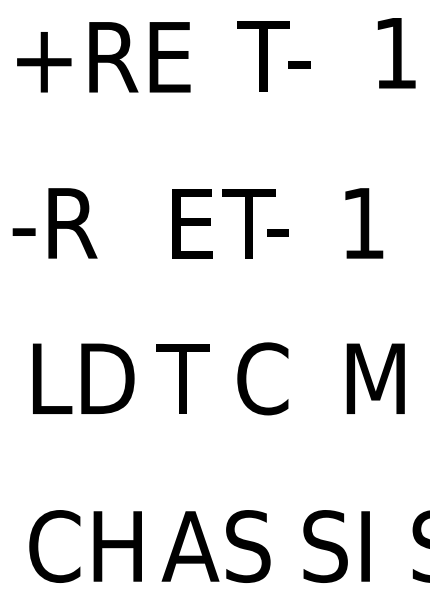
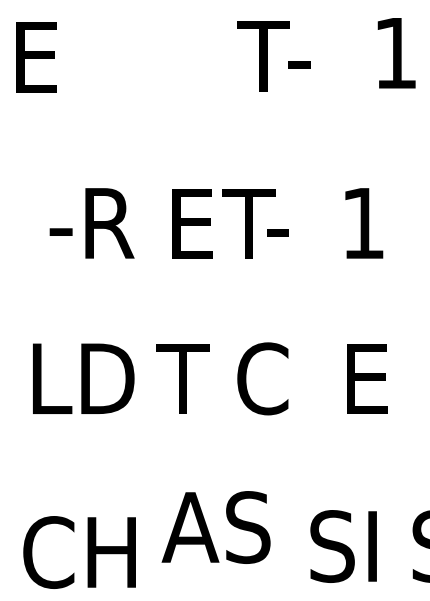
text at (103, 57): +RE -> E
text at (54, 223) position: (54, 223) -> (91, 223)
text at (375, 378): M -> E
text at (85, 546) position: (85, 546) -> (79, 552)
text at (215, 546) position: (215, 546) -> (215, 527)
text at (336, 546) position: (336, 546) -> (343, 546)
